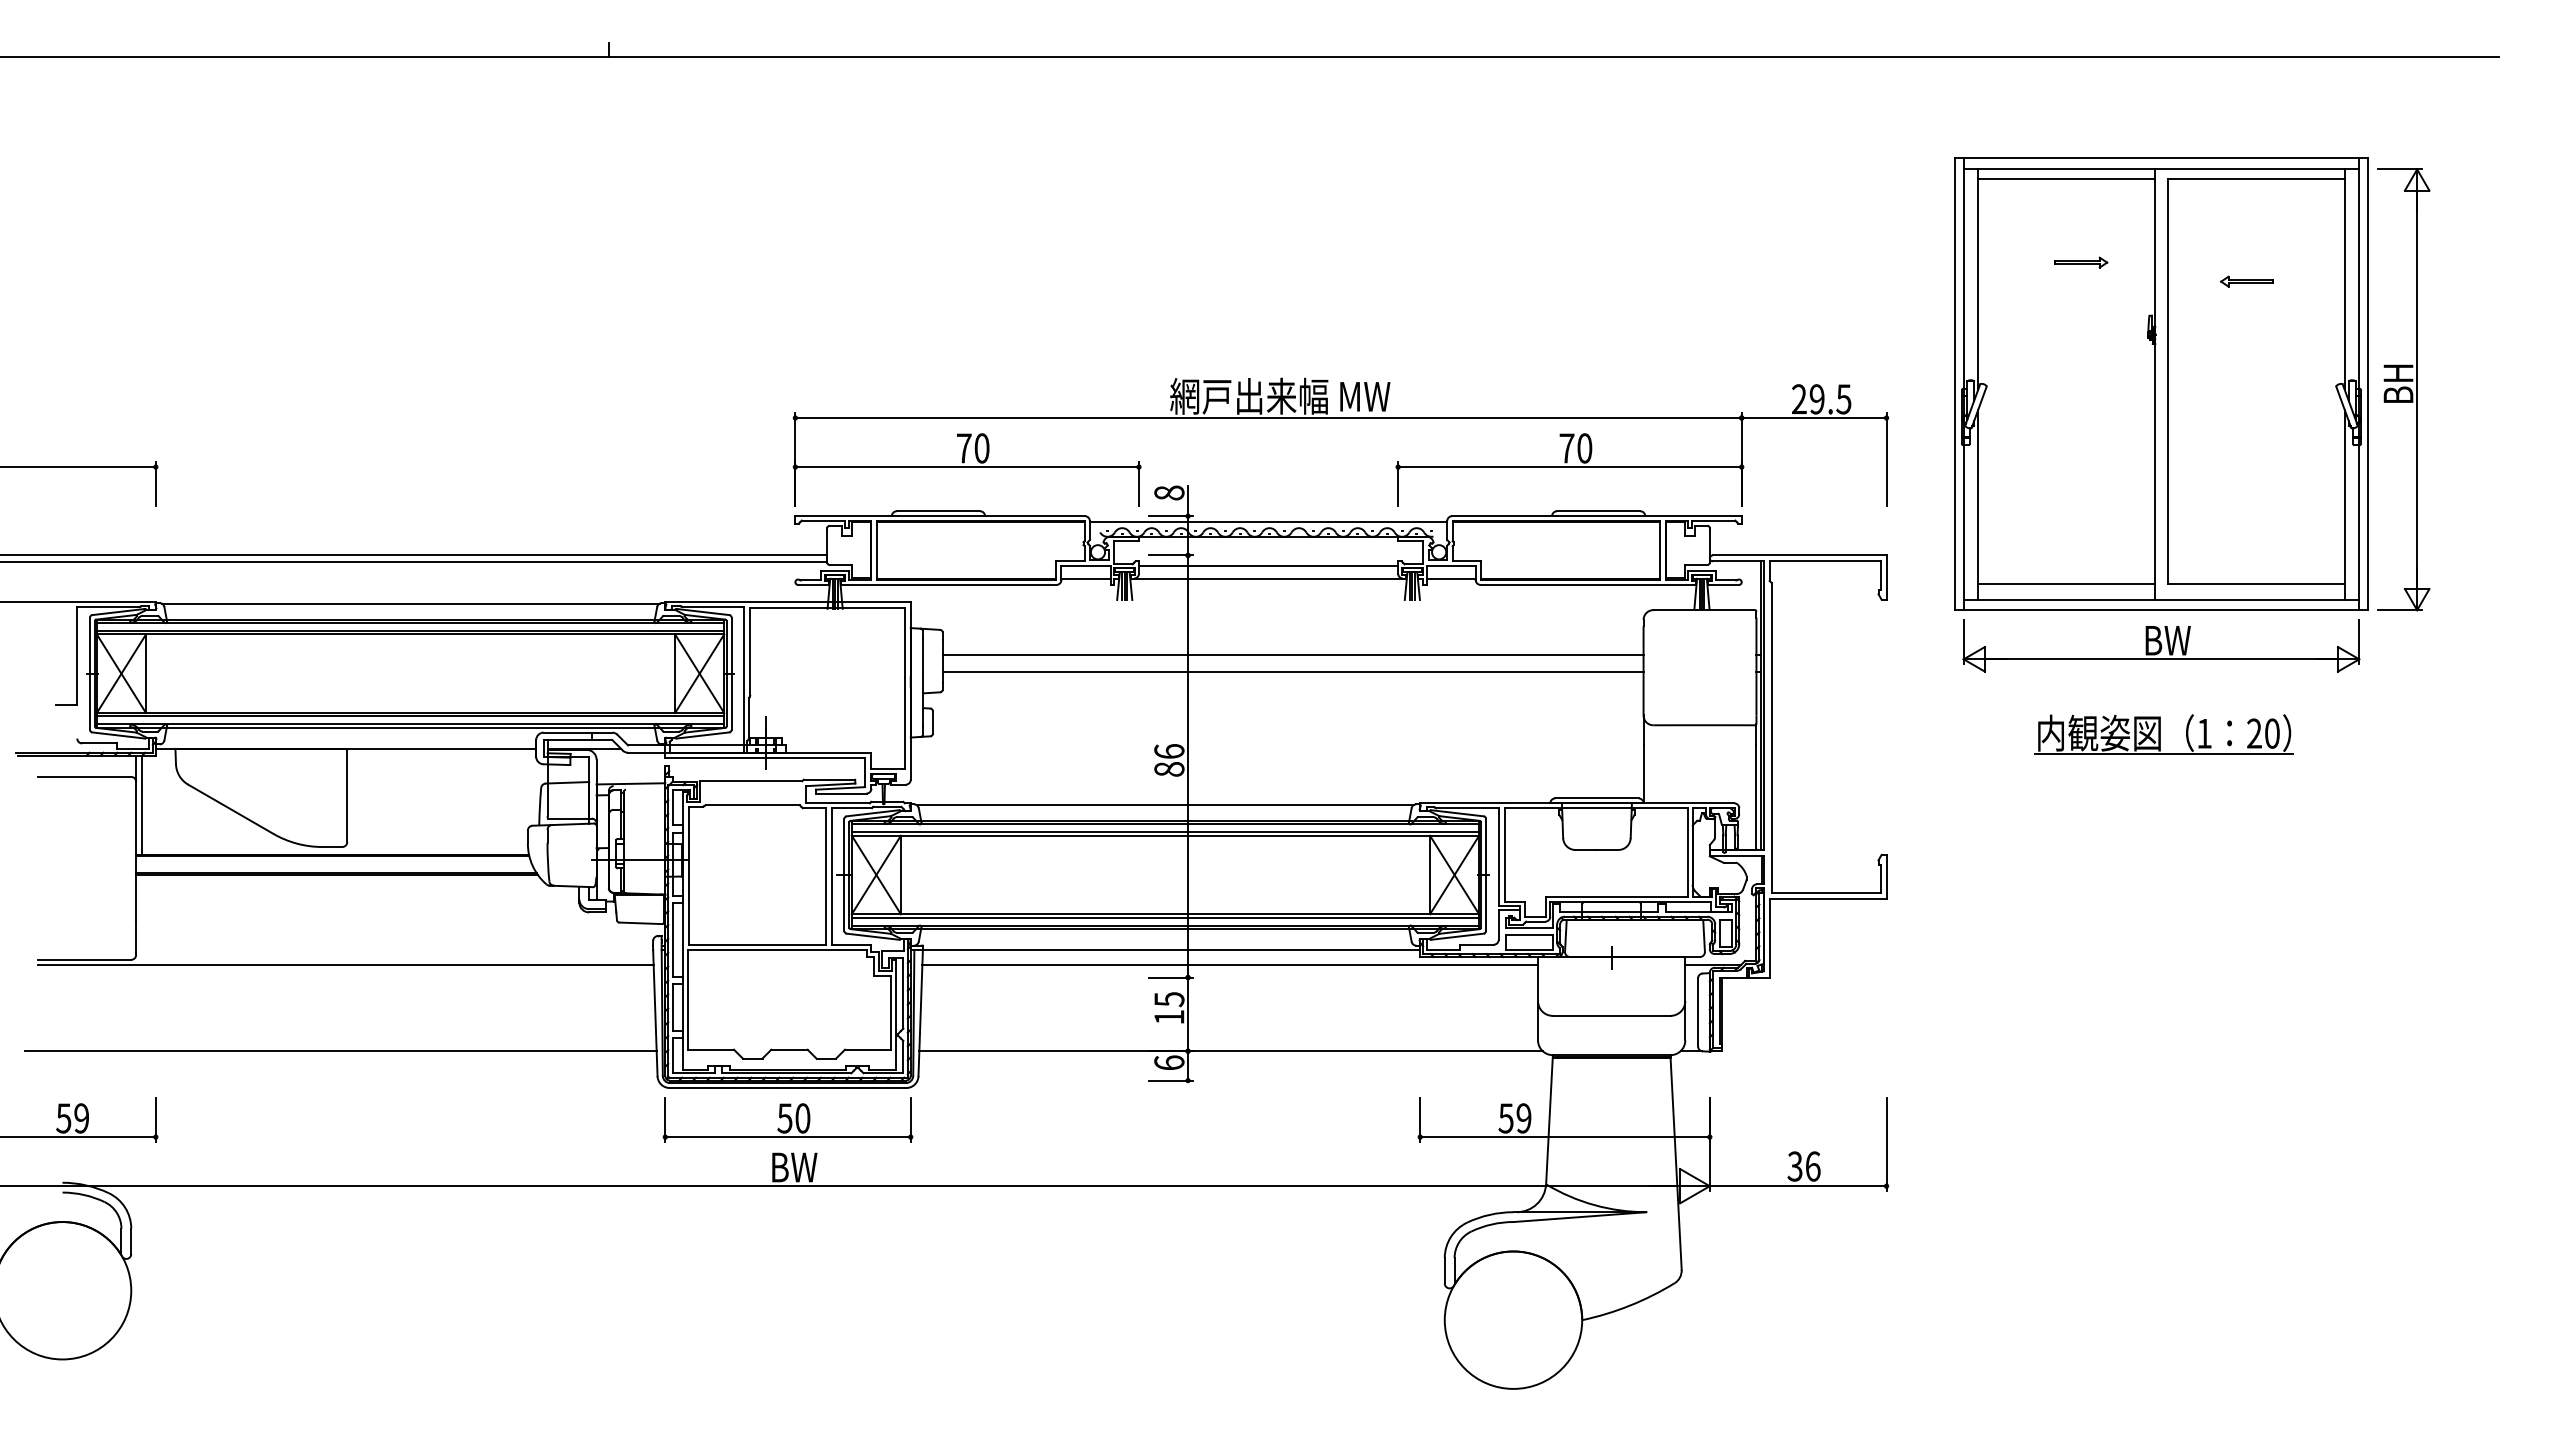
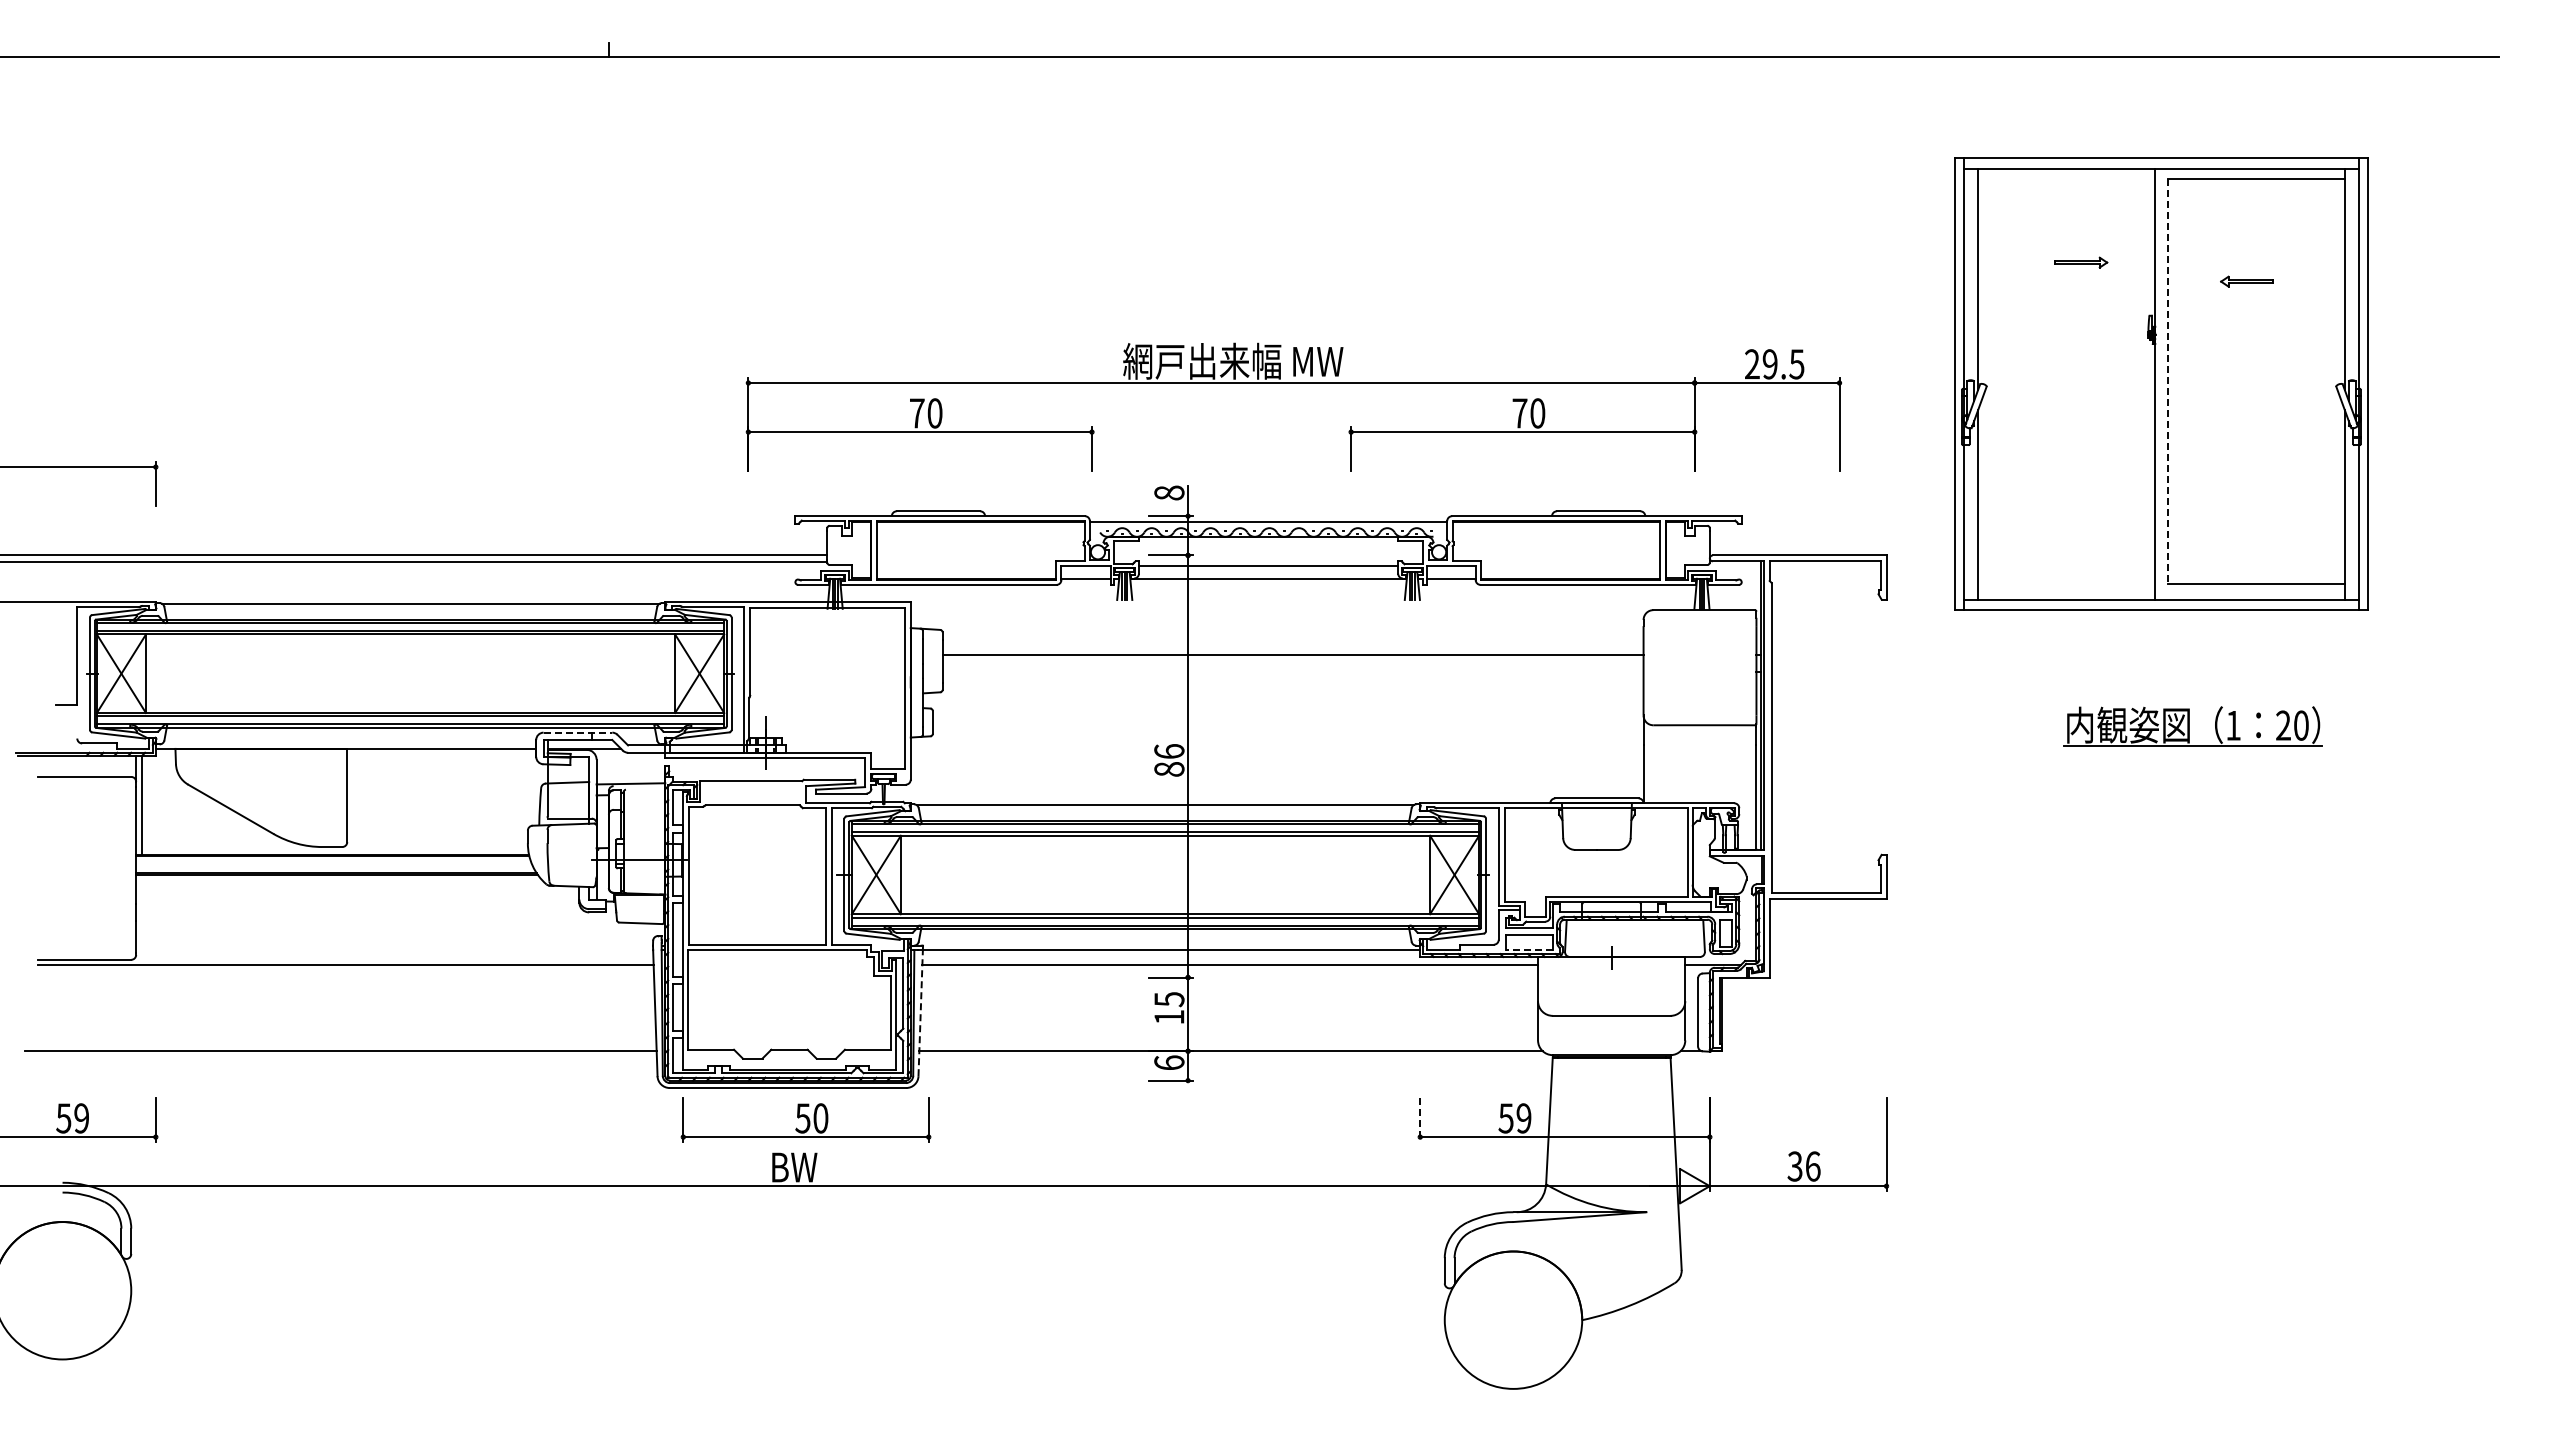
line at (2066, 179): present -> none
line at (2167, 382): solid -> dashed
part at (2403, 389): present -> none
part at (1340, 418) position: (1340, 418) -> (1293, 383)
line at (2066, 583): present -> none
part at (2161, 645): present -> none
line at (1292, 671): present -> none
line at (578, 732): solid -> dashed
part at (2163, 734) position: (2163, 734) -> (2192, 726)
line at (1528, 949): solid -> dashed
line at (920, 1012): solid -> dashed
part at (787, 1119) position: (787, 1119) -> (805, 1119)
line at (1420, 1120): solid -> dashed
